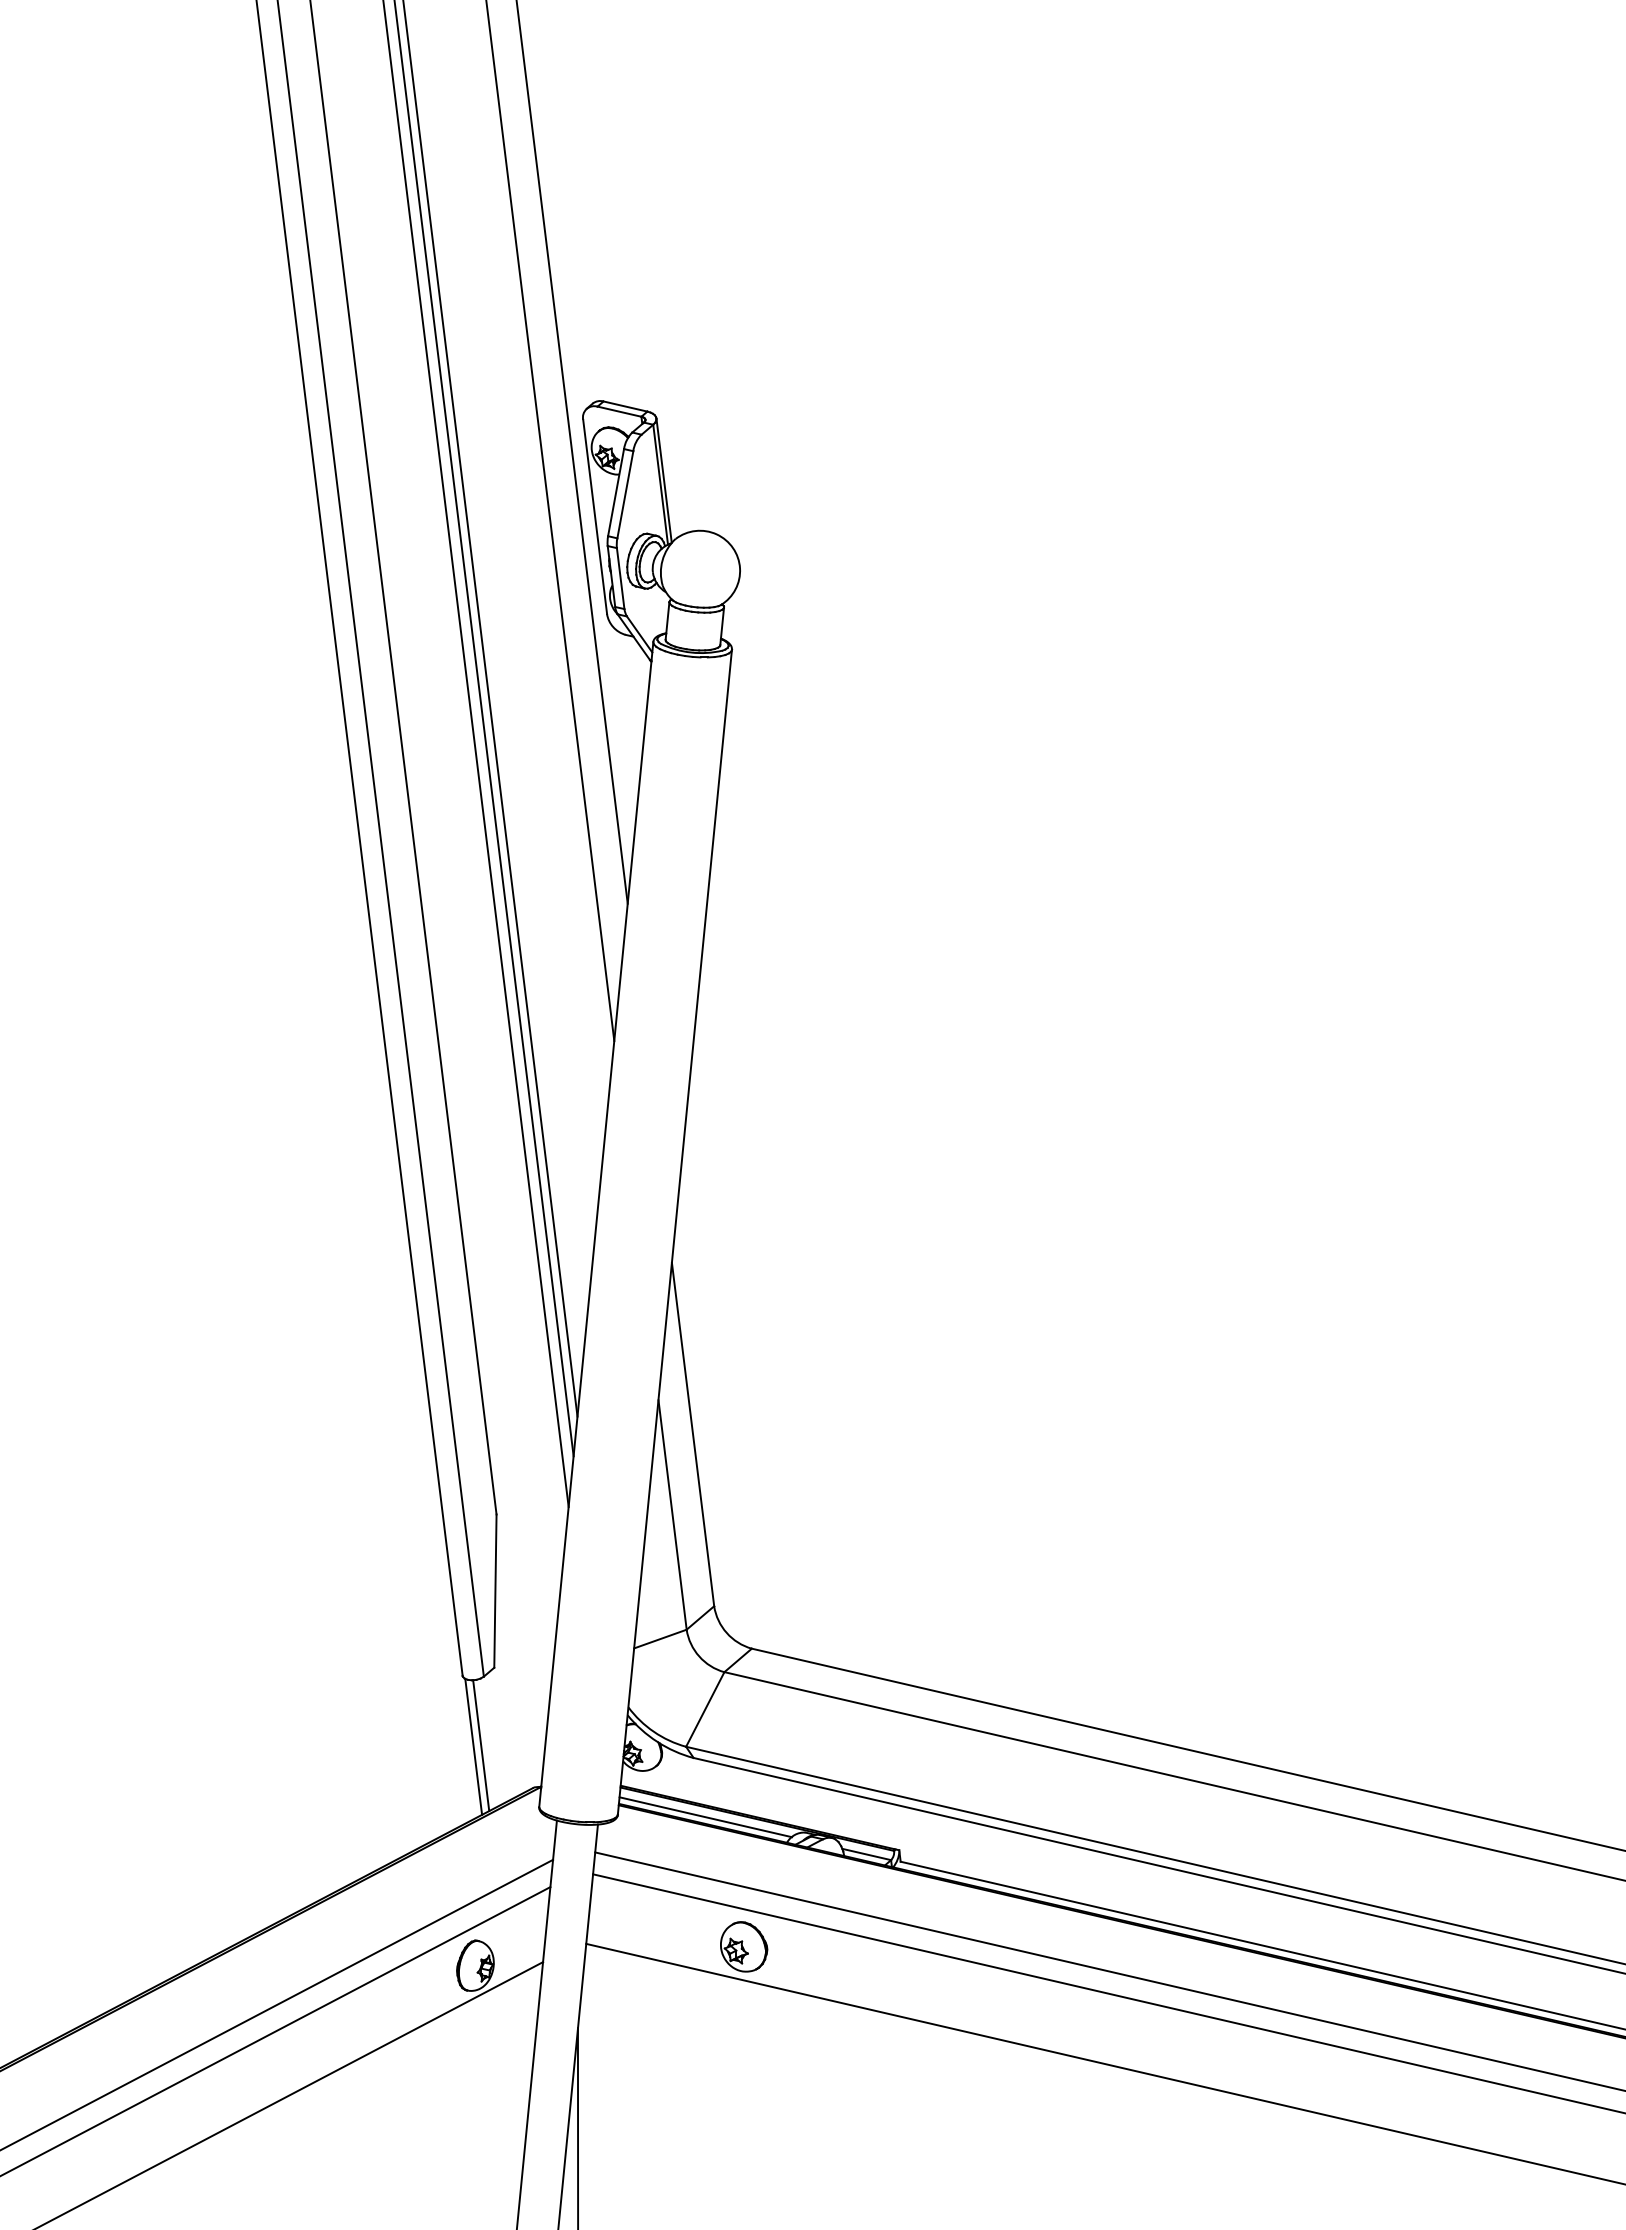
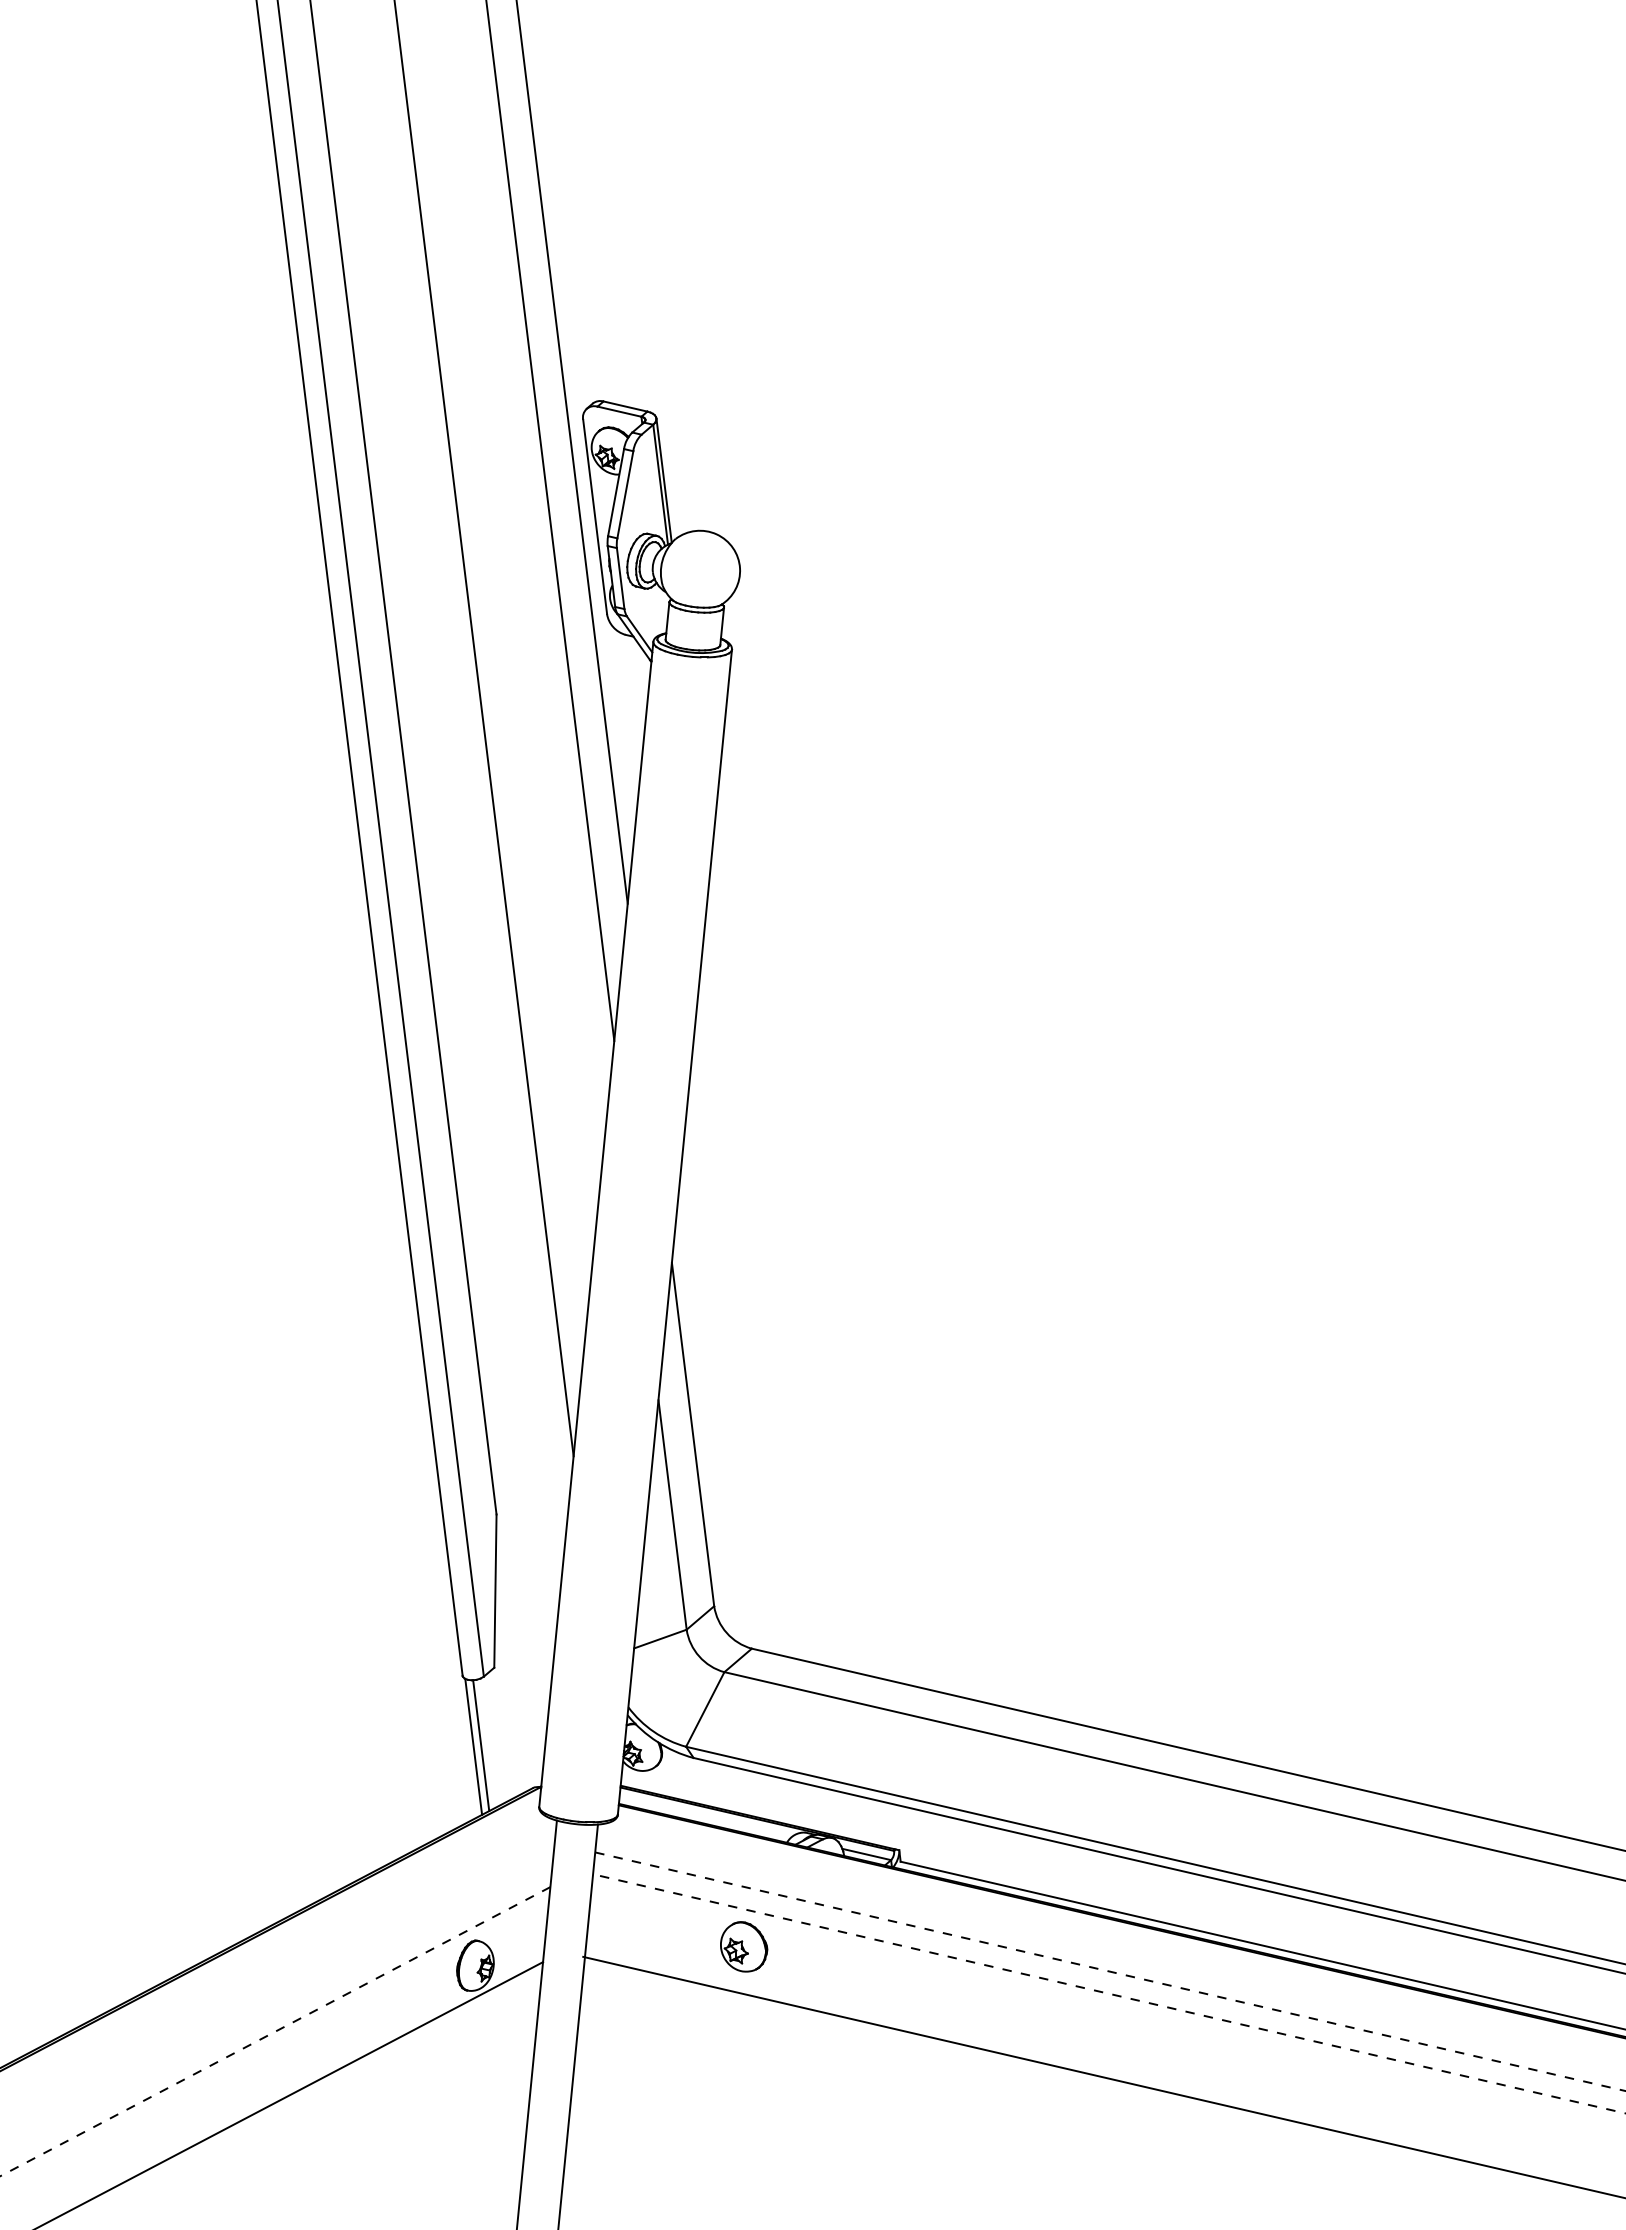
line at (490, 709): present -> none
line at (475, 754): present -> none
line at (705, 1817): present -> none
line at (1110, 1971): solid -> dashed
line at (1109, 1993): solid -> dashed
line at (277, 2004): present -> none
line at (275, 2031): solid -> dashed
line at (1104, 2063) position: (1104, 2063) -> (1102, 2076)
line at (577, 2127): present -> none
